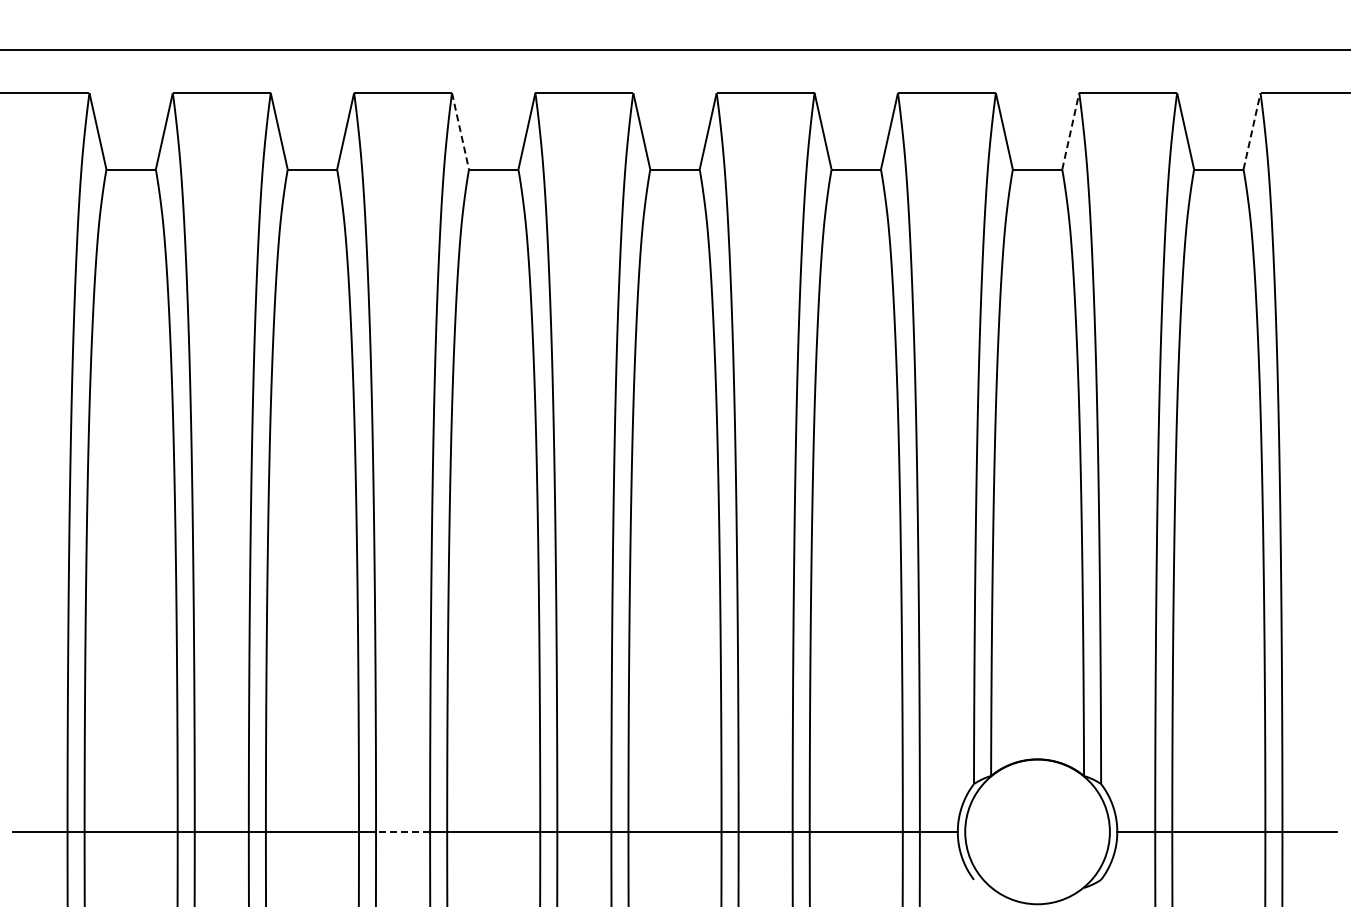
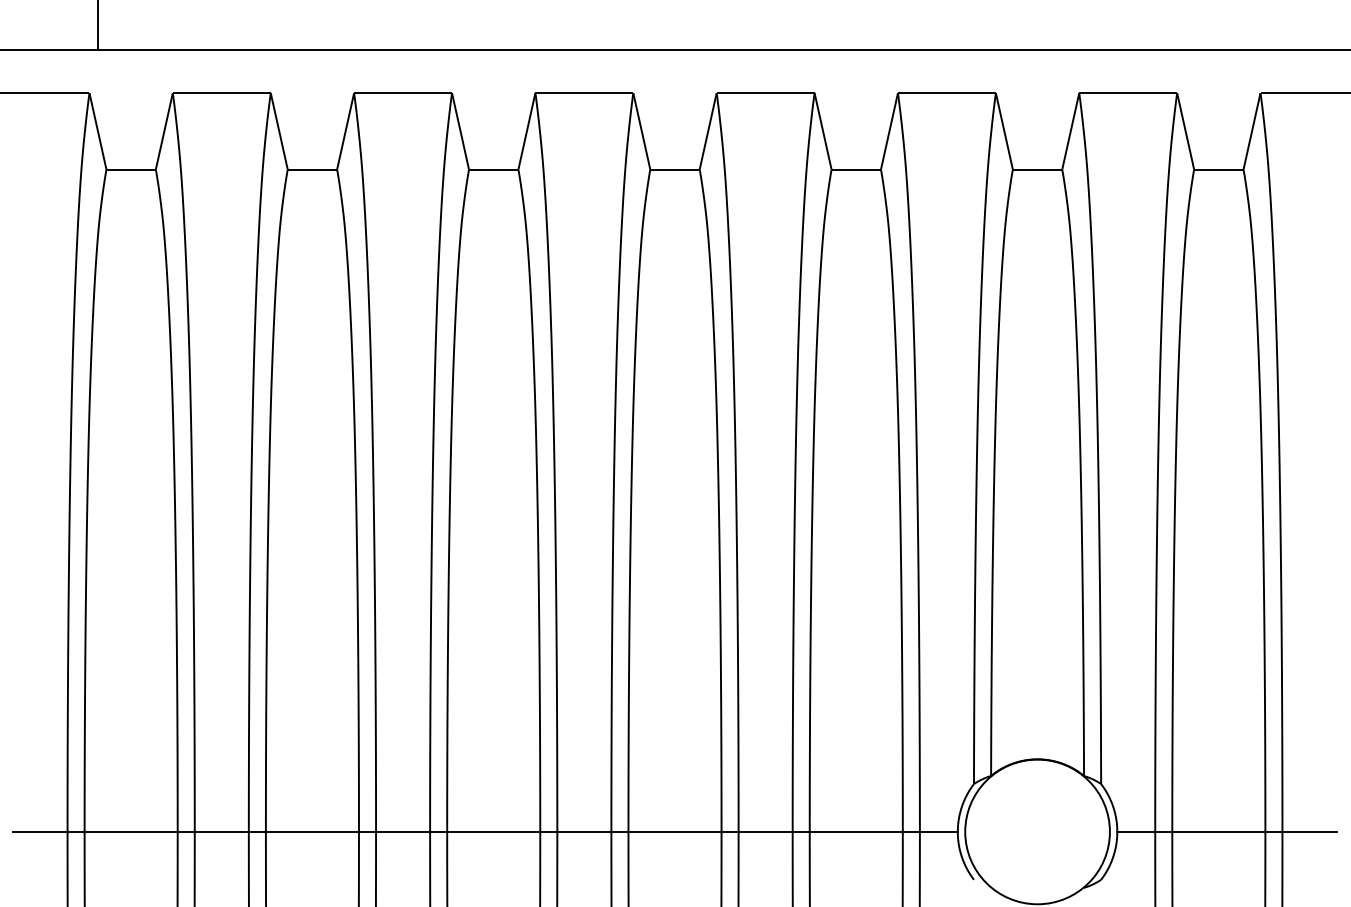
line at (97, 25): none -> present
line at (1070, 130): dashed -> solid
line at (1252, 130): dashed -> solid
line at (460, 131): dashed -> solid
line at (402, 831): dashed -> solid
